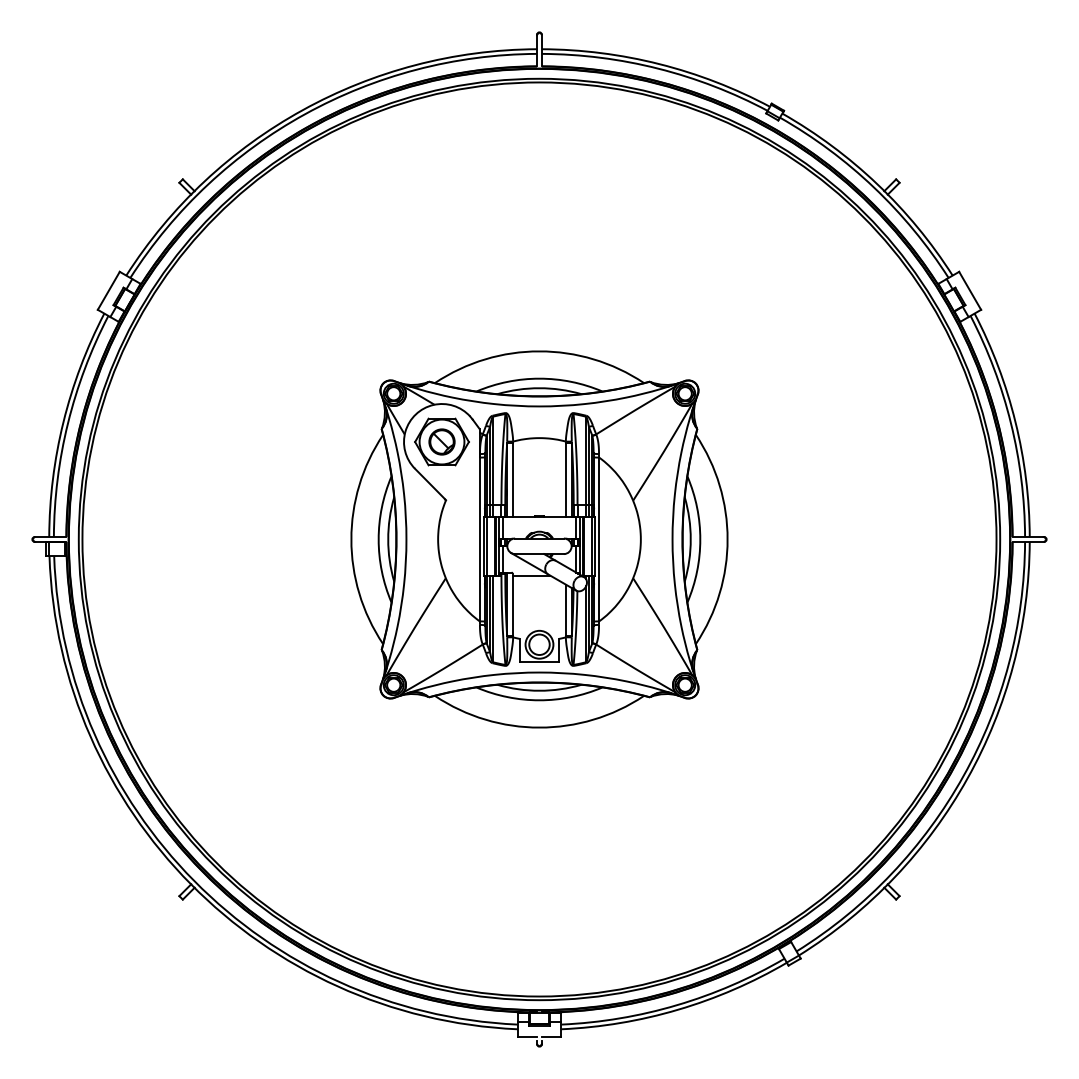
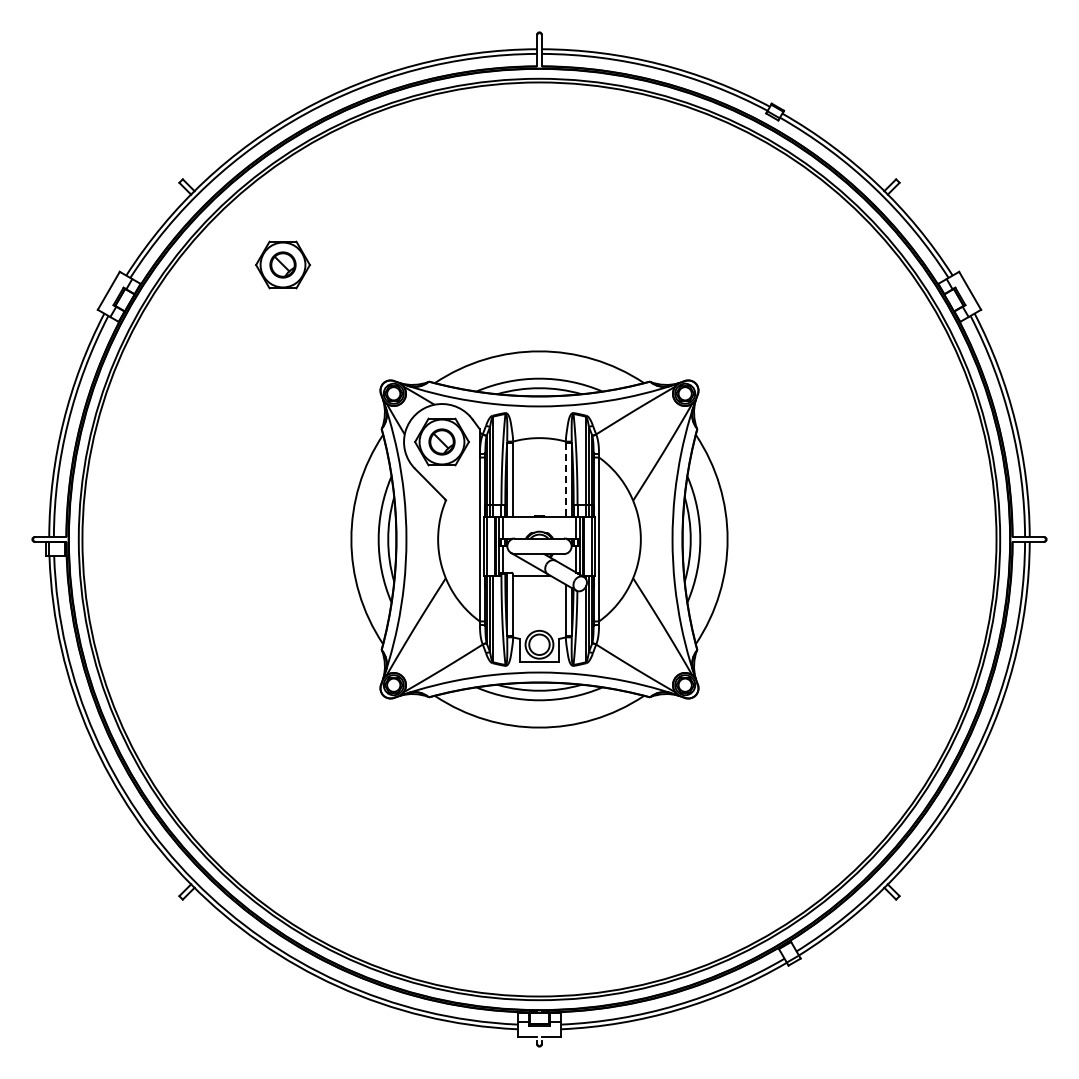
part at (282, 264): none -> present
line at (566, 480): solid -> dashed
